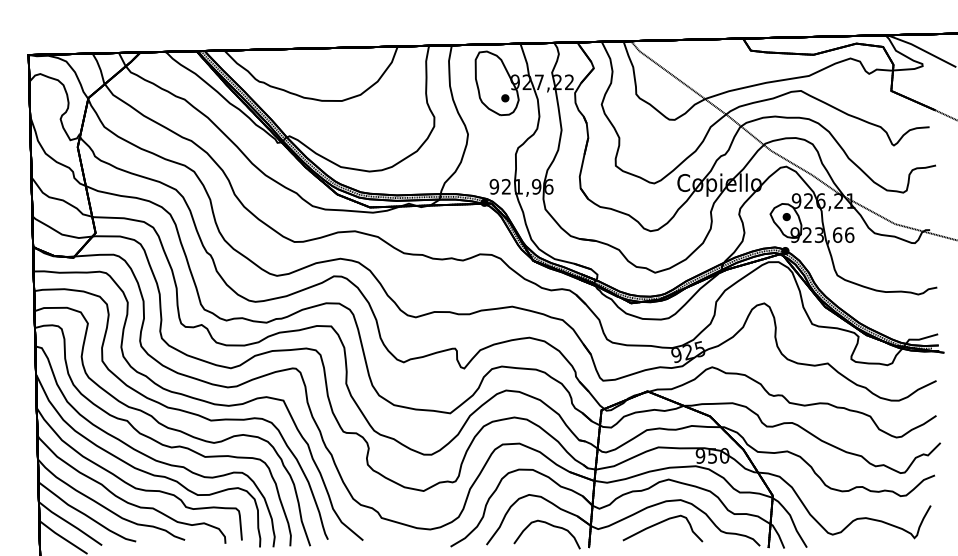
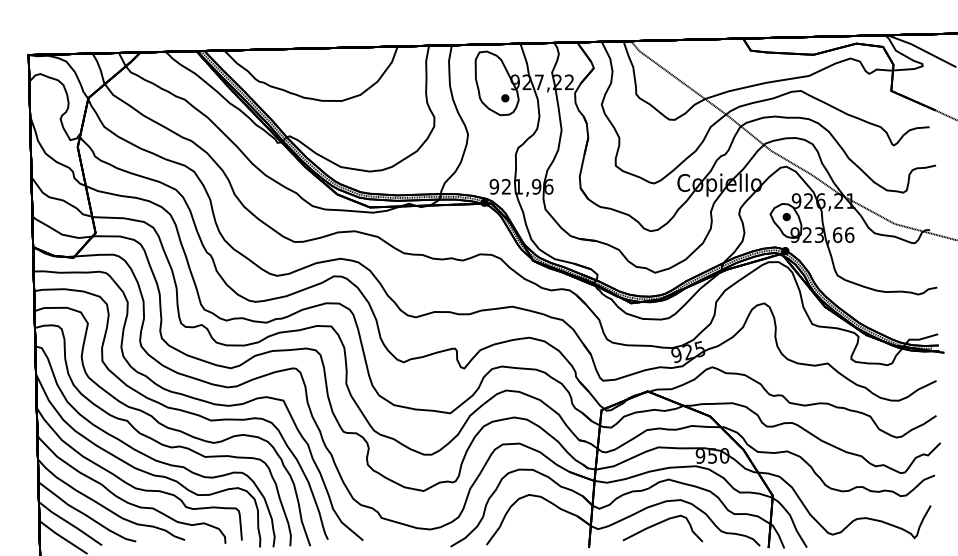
curve at (551, 526): present -> none
